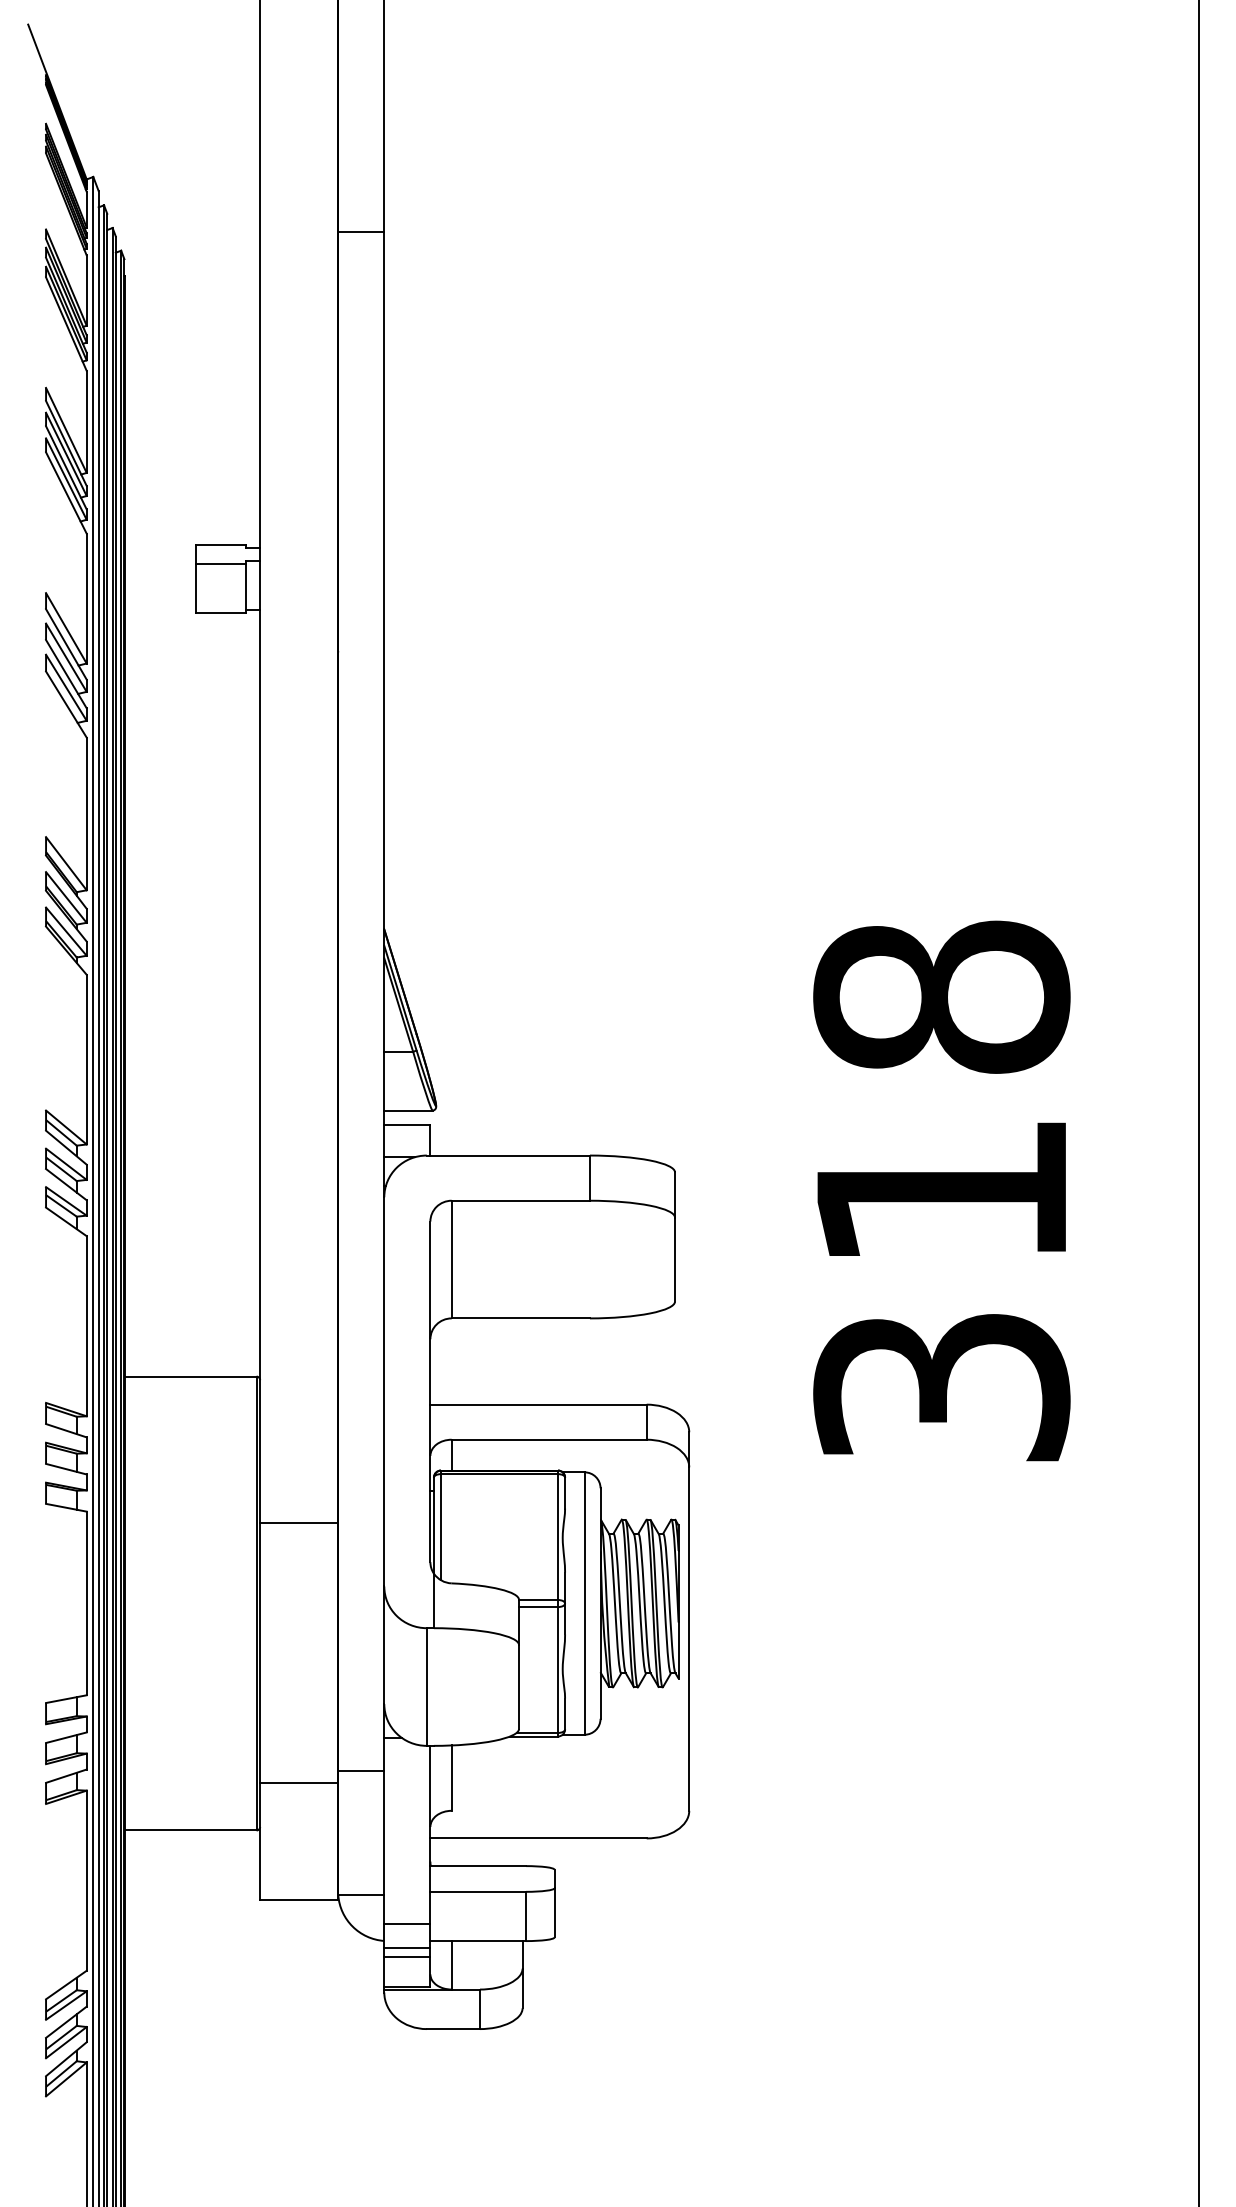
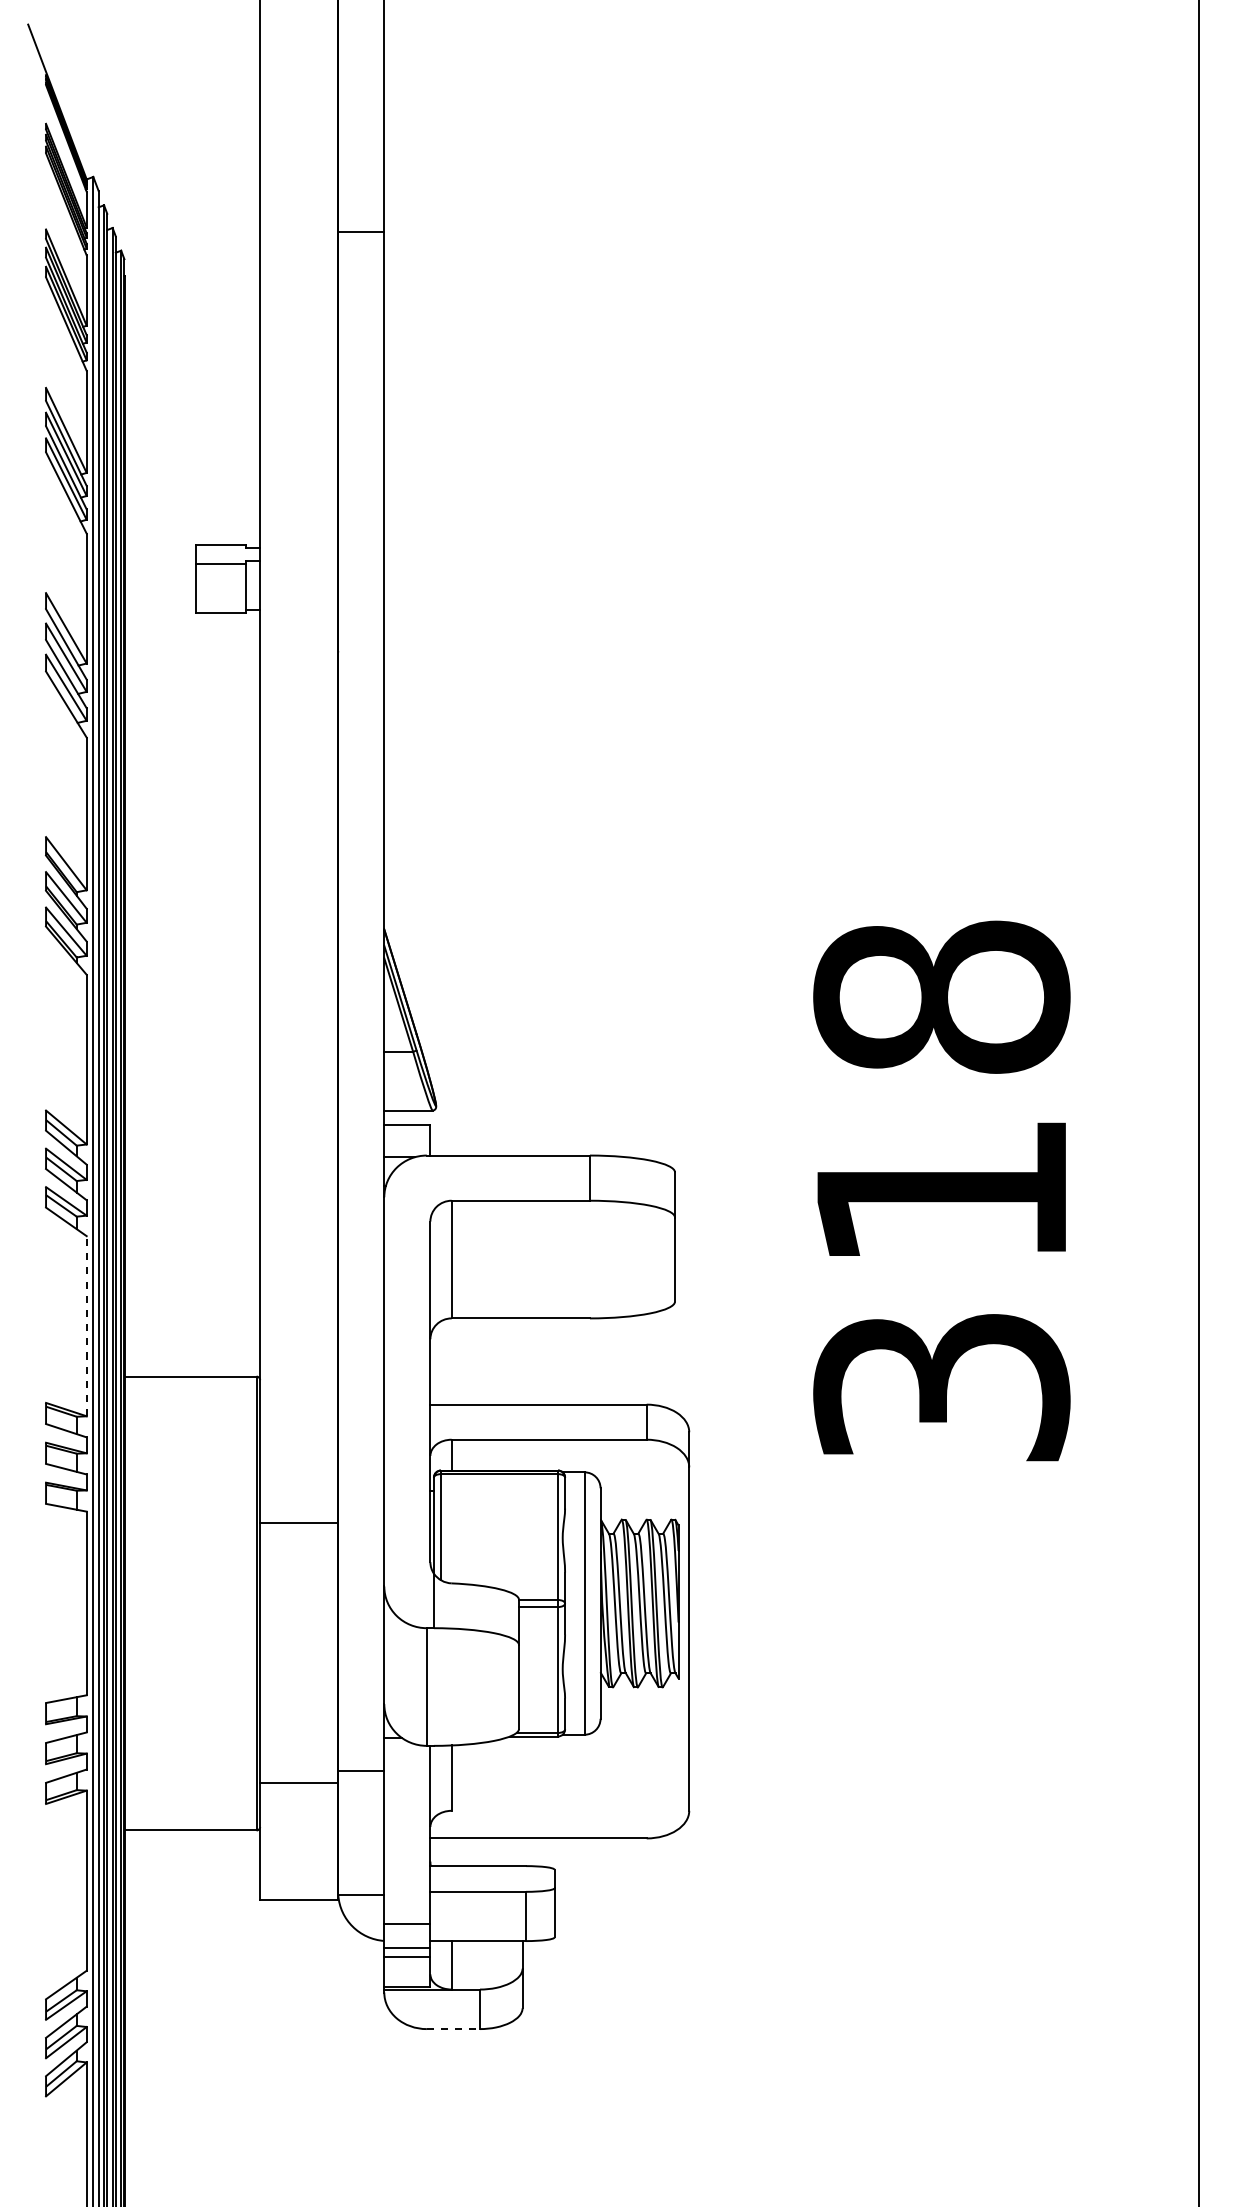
line at (86, 1325): solid -> dashed
line at (453, 2029): solid -> dashed
